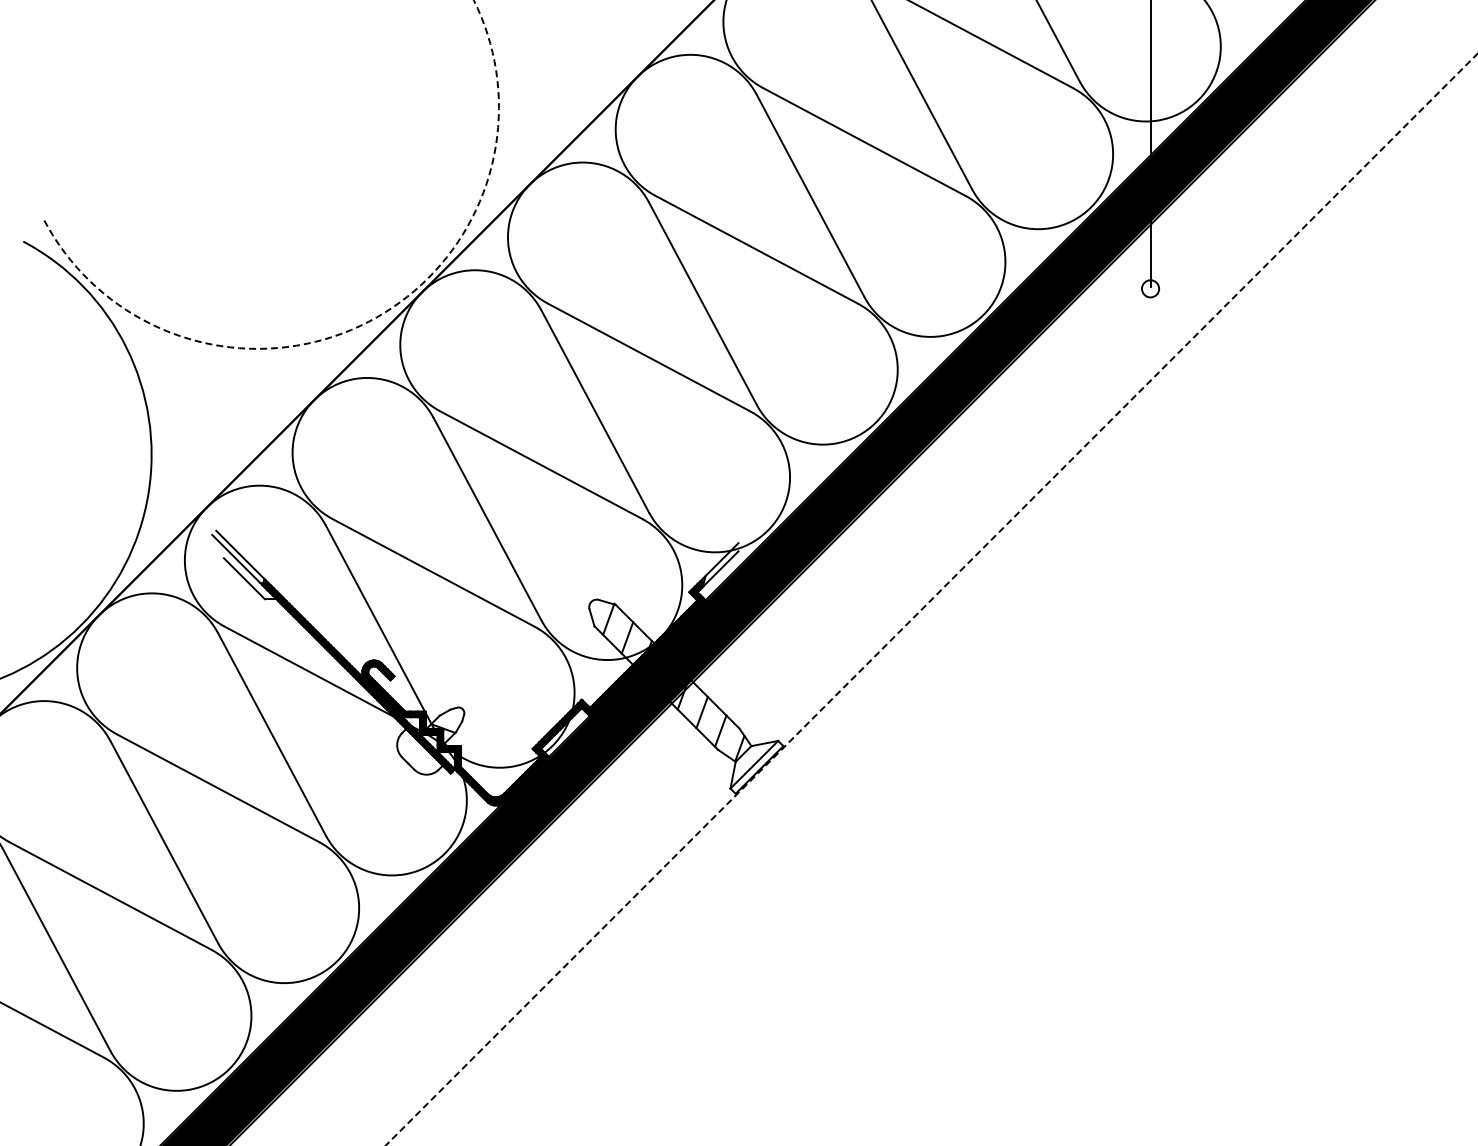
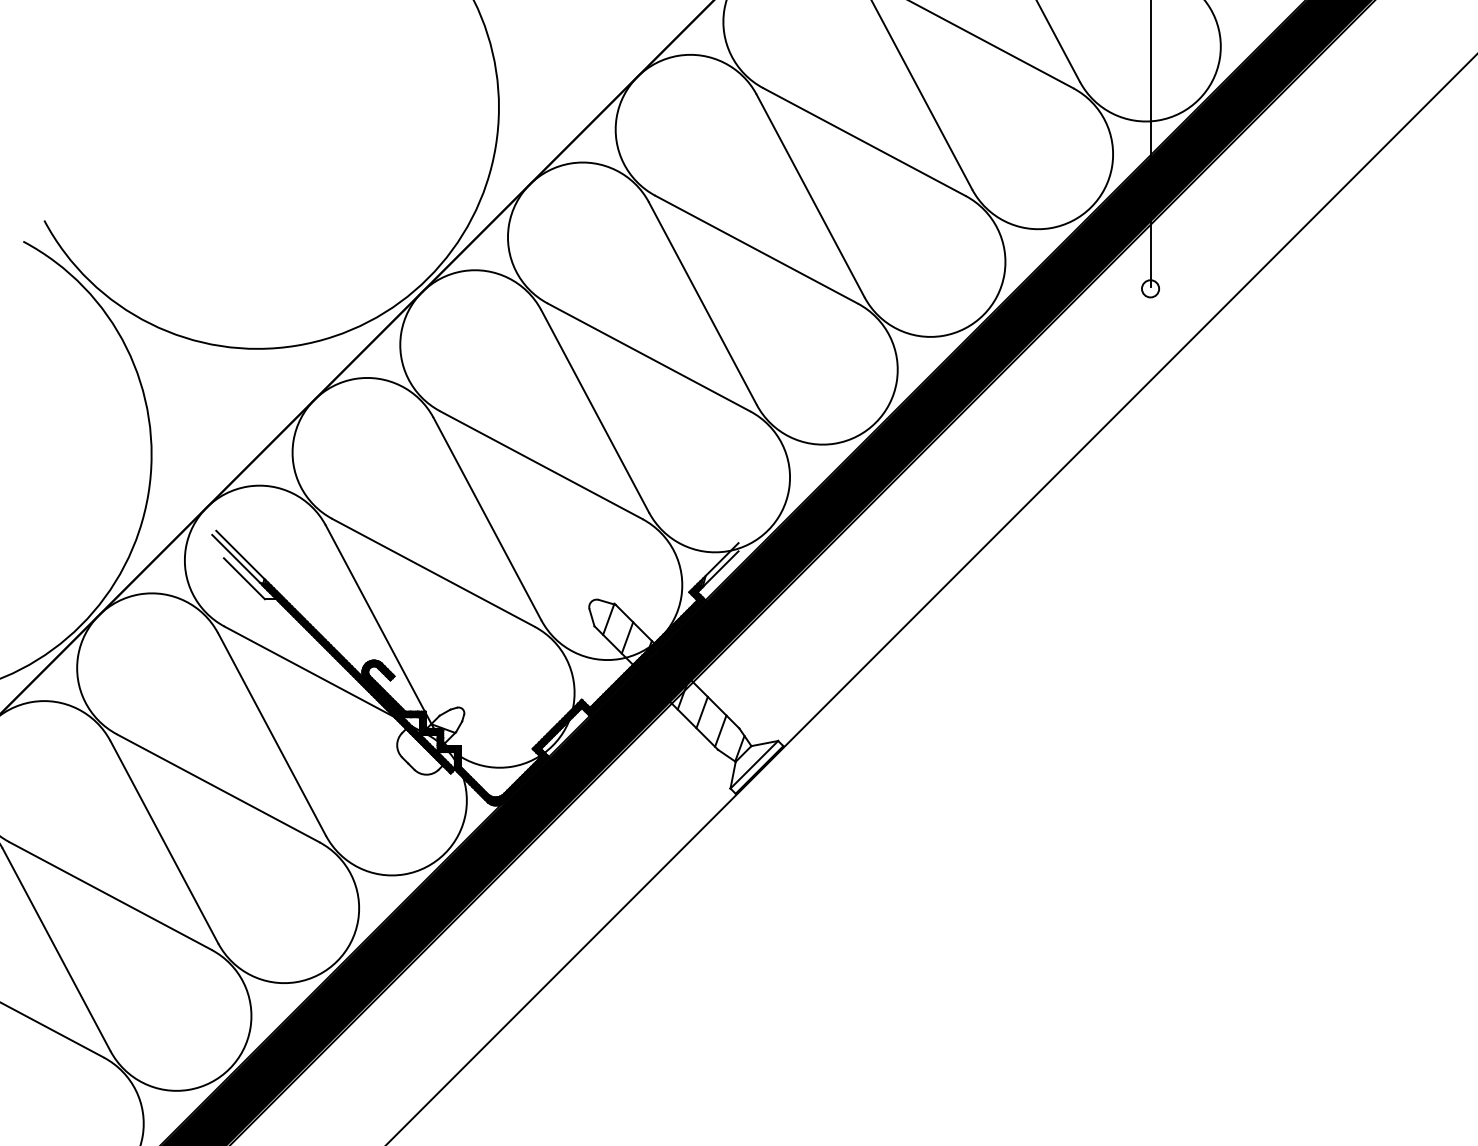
arc at (368, 321): dashed -> solid
line at (931, 599): dashed -> solid
